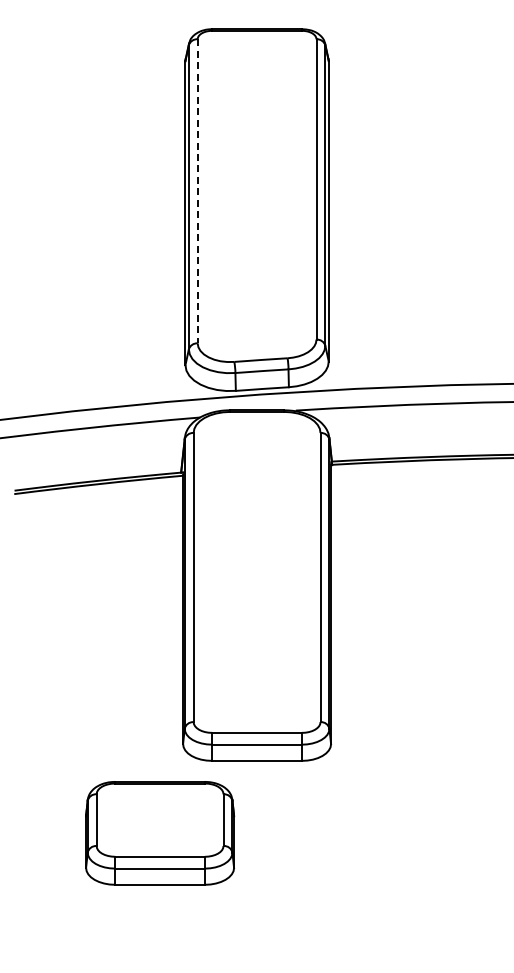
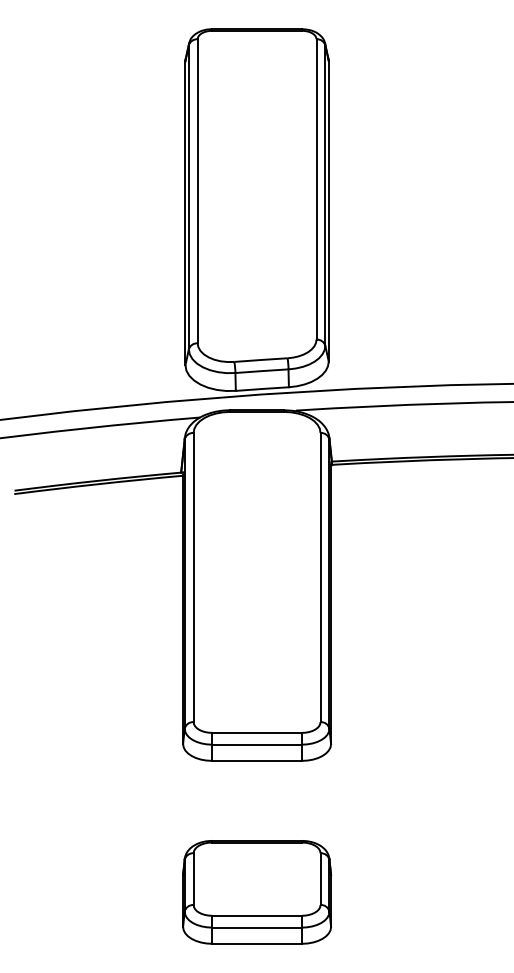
line at (197, 191): dashed -> solid
part at (160, 833) position: (160, 833) -> (257, 892)
